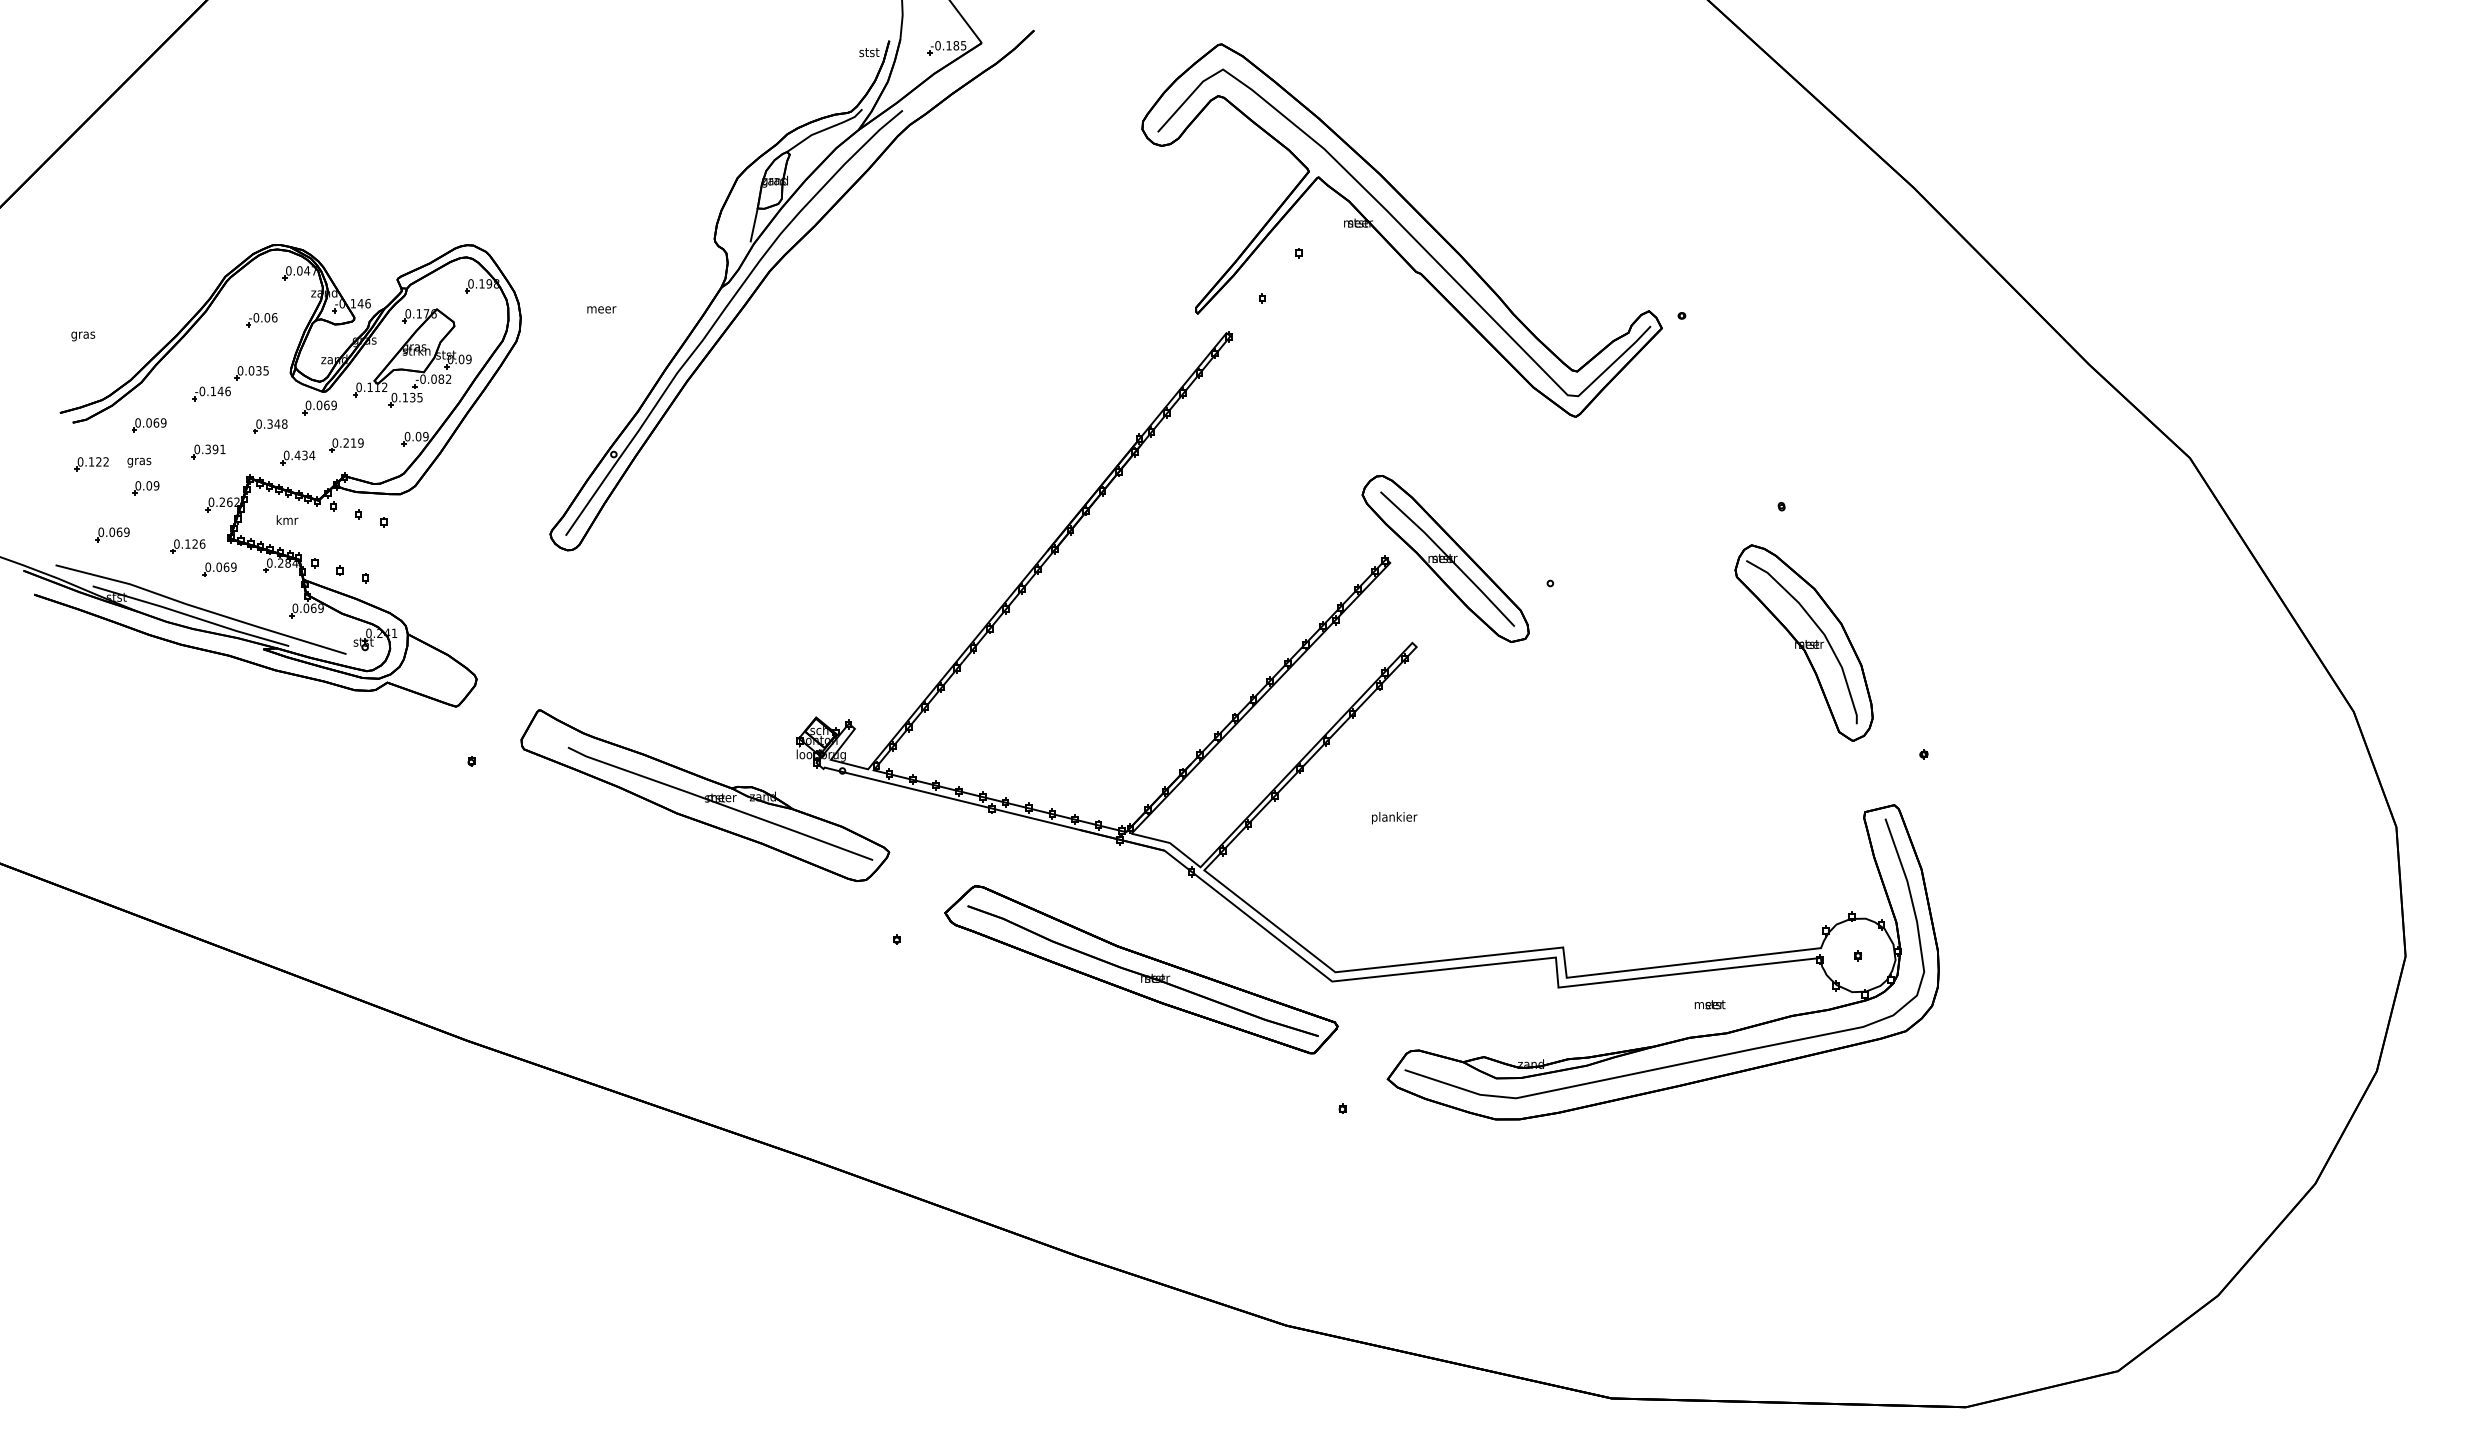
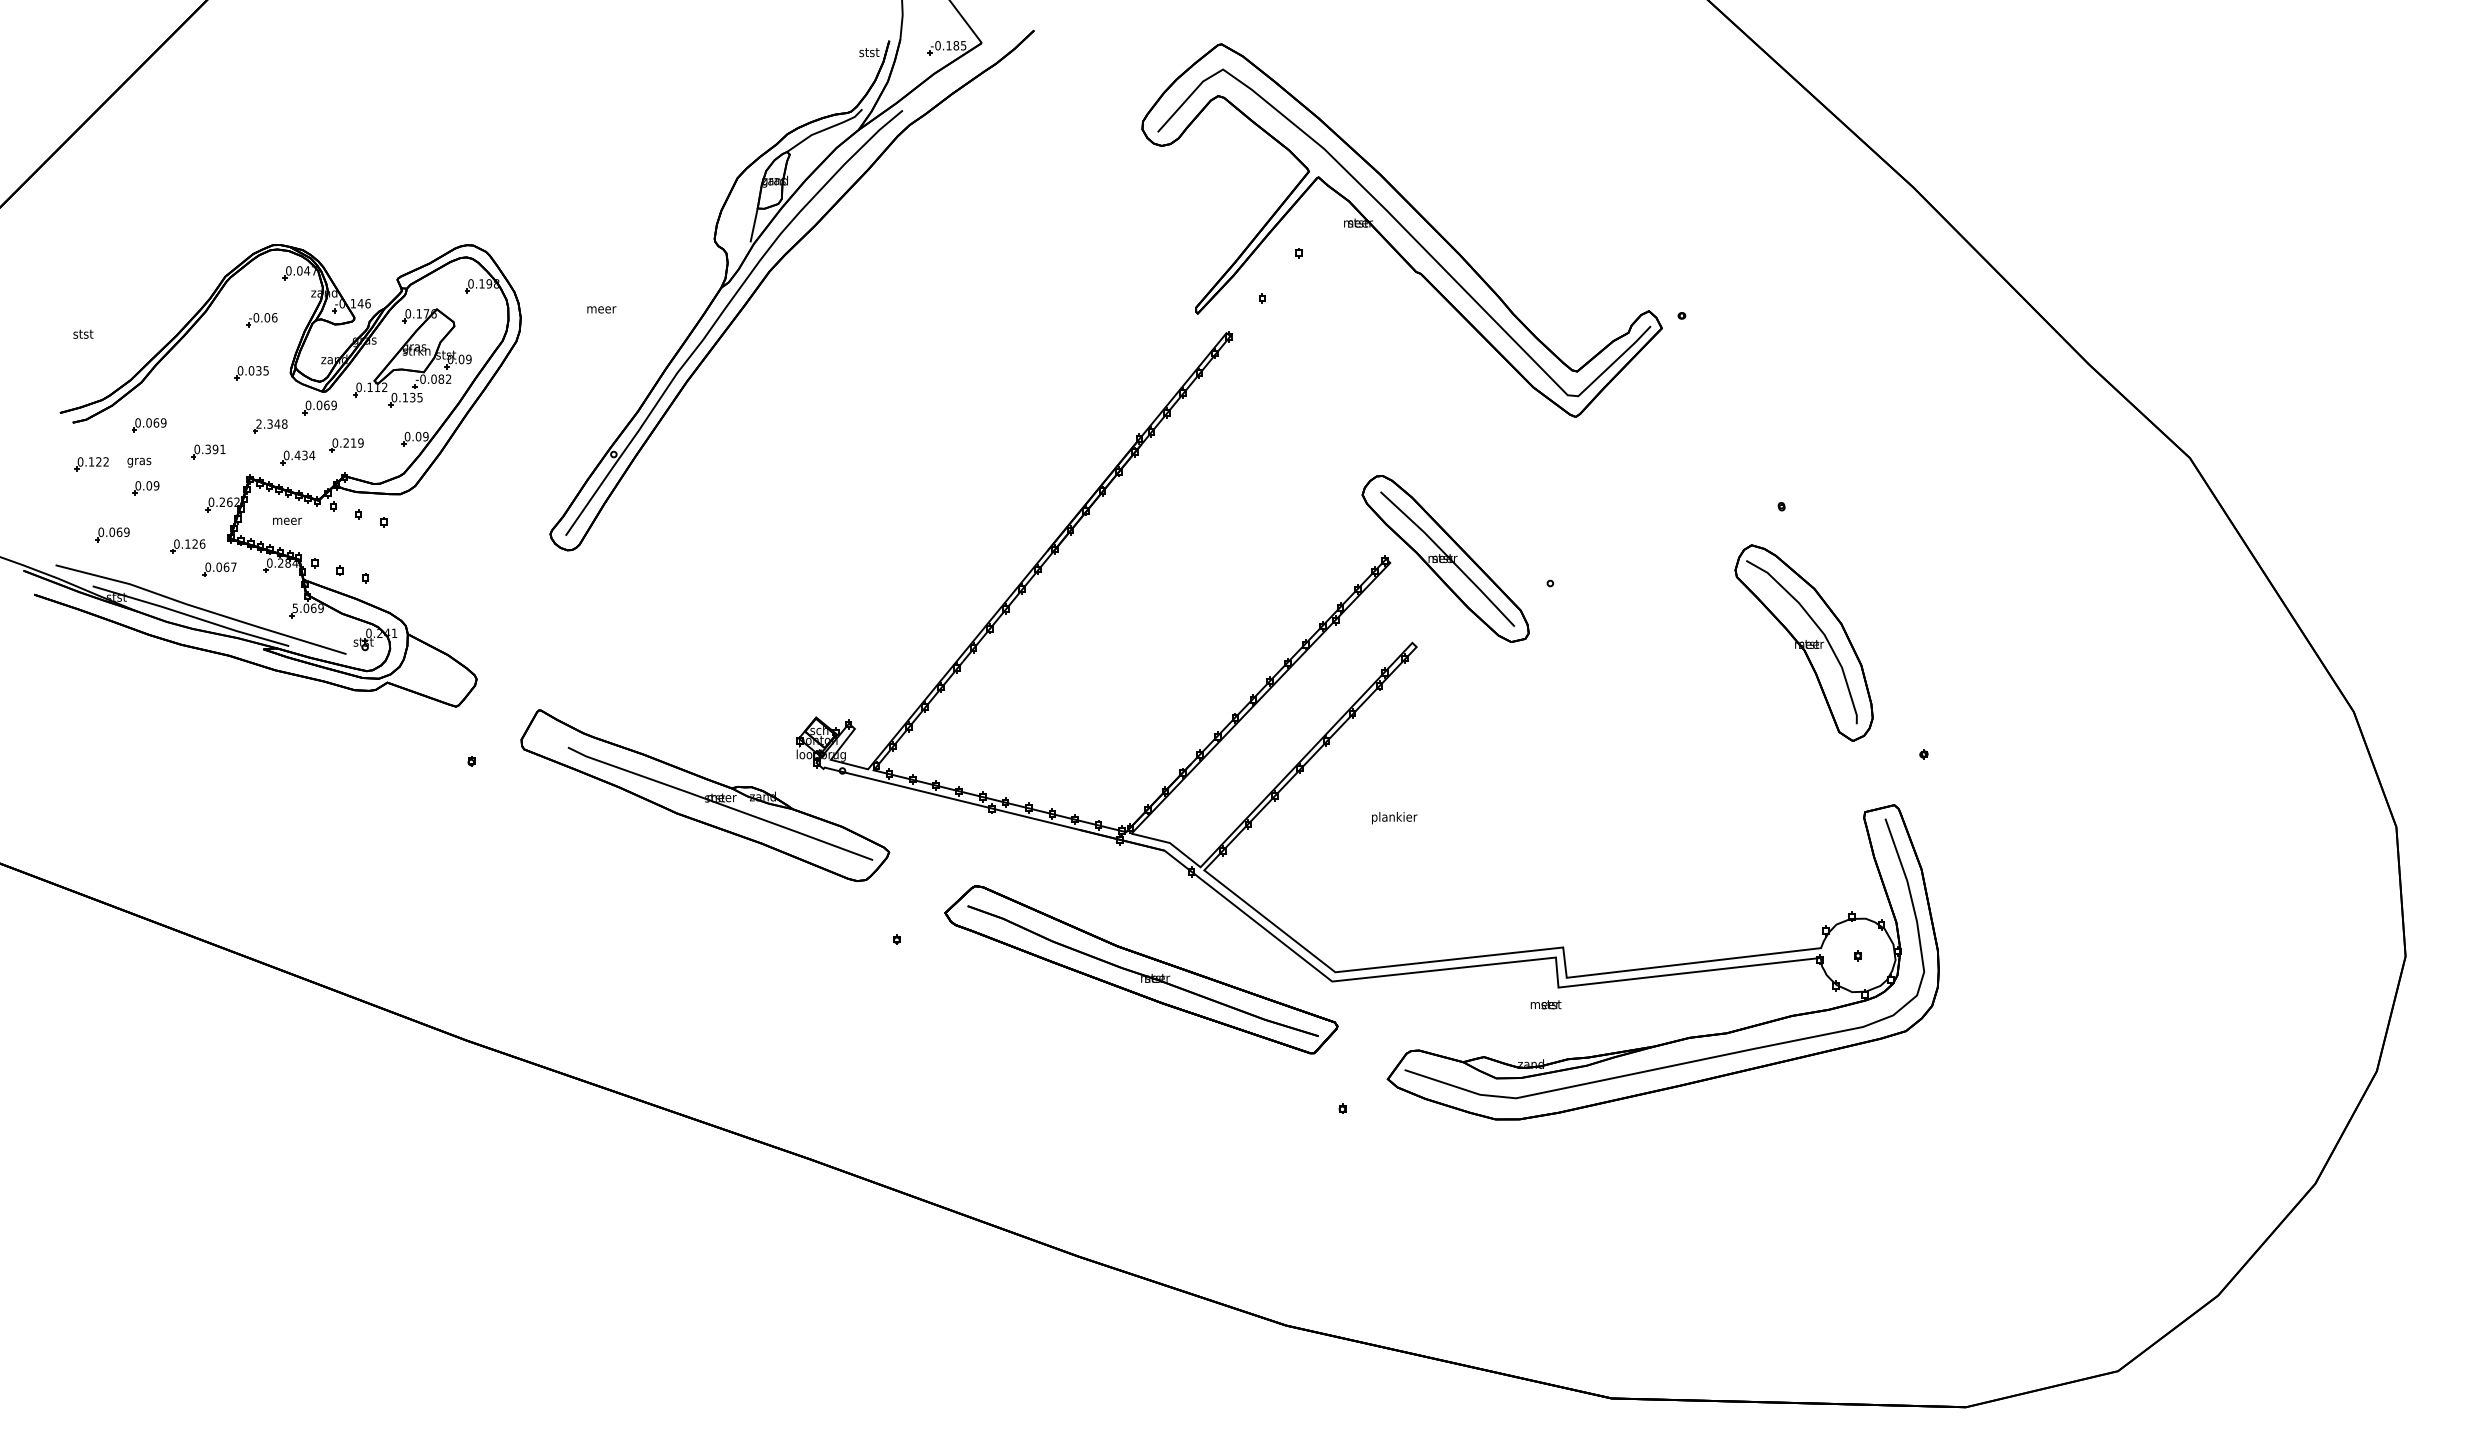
text at (83, 335): gras -> stst
part at (211, 393): present -> none
text at (258, 423): 0.348 -> 2.348
text at (287, 519): kmr -> meer
text at (233, 567): 0.069 -> 0.067
text at (295, 608): 0.069 -> 5.069
text at (1709, 1004) position: (1709, 1004) -> (1545, 1004)
